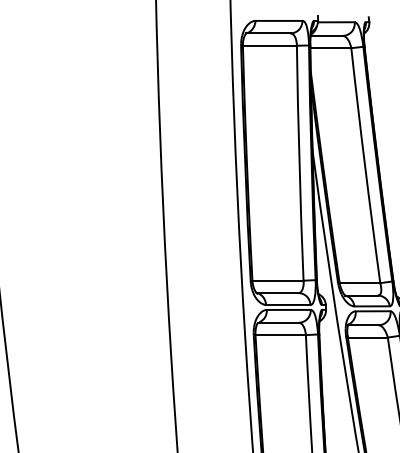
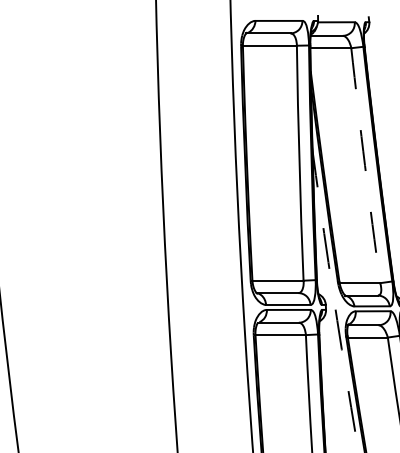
arc at (365, 165): solid -> dashed
arc at (334, 300): solid -> dashed
